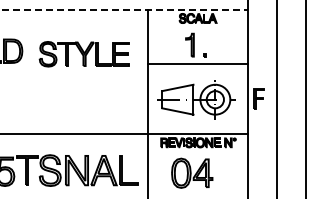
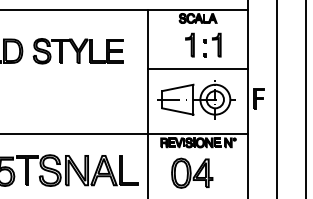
line at (124, 10): dashed -> solid
part at (212, 44): none -> present
part at (83, 54) position: (83, 54) -> (77, 51)
line at (197, 64) position: (197, 64) -> (197, 69)
